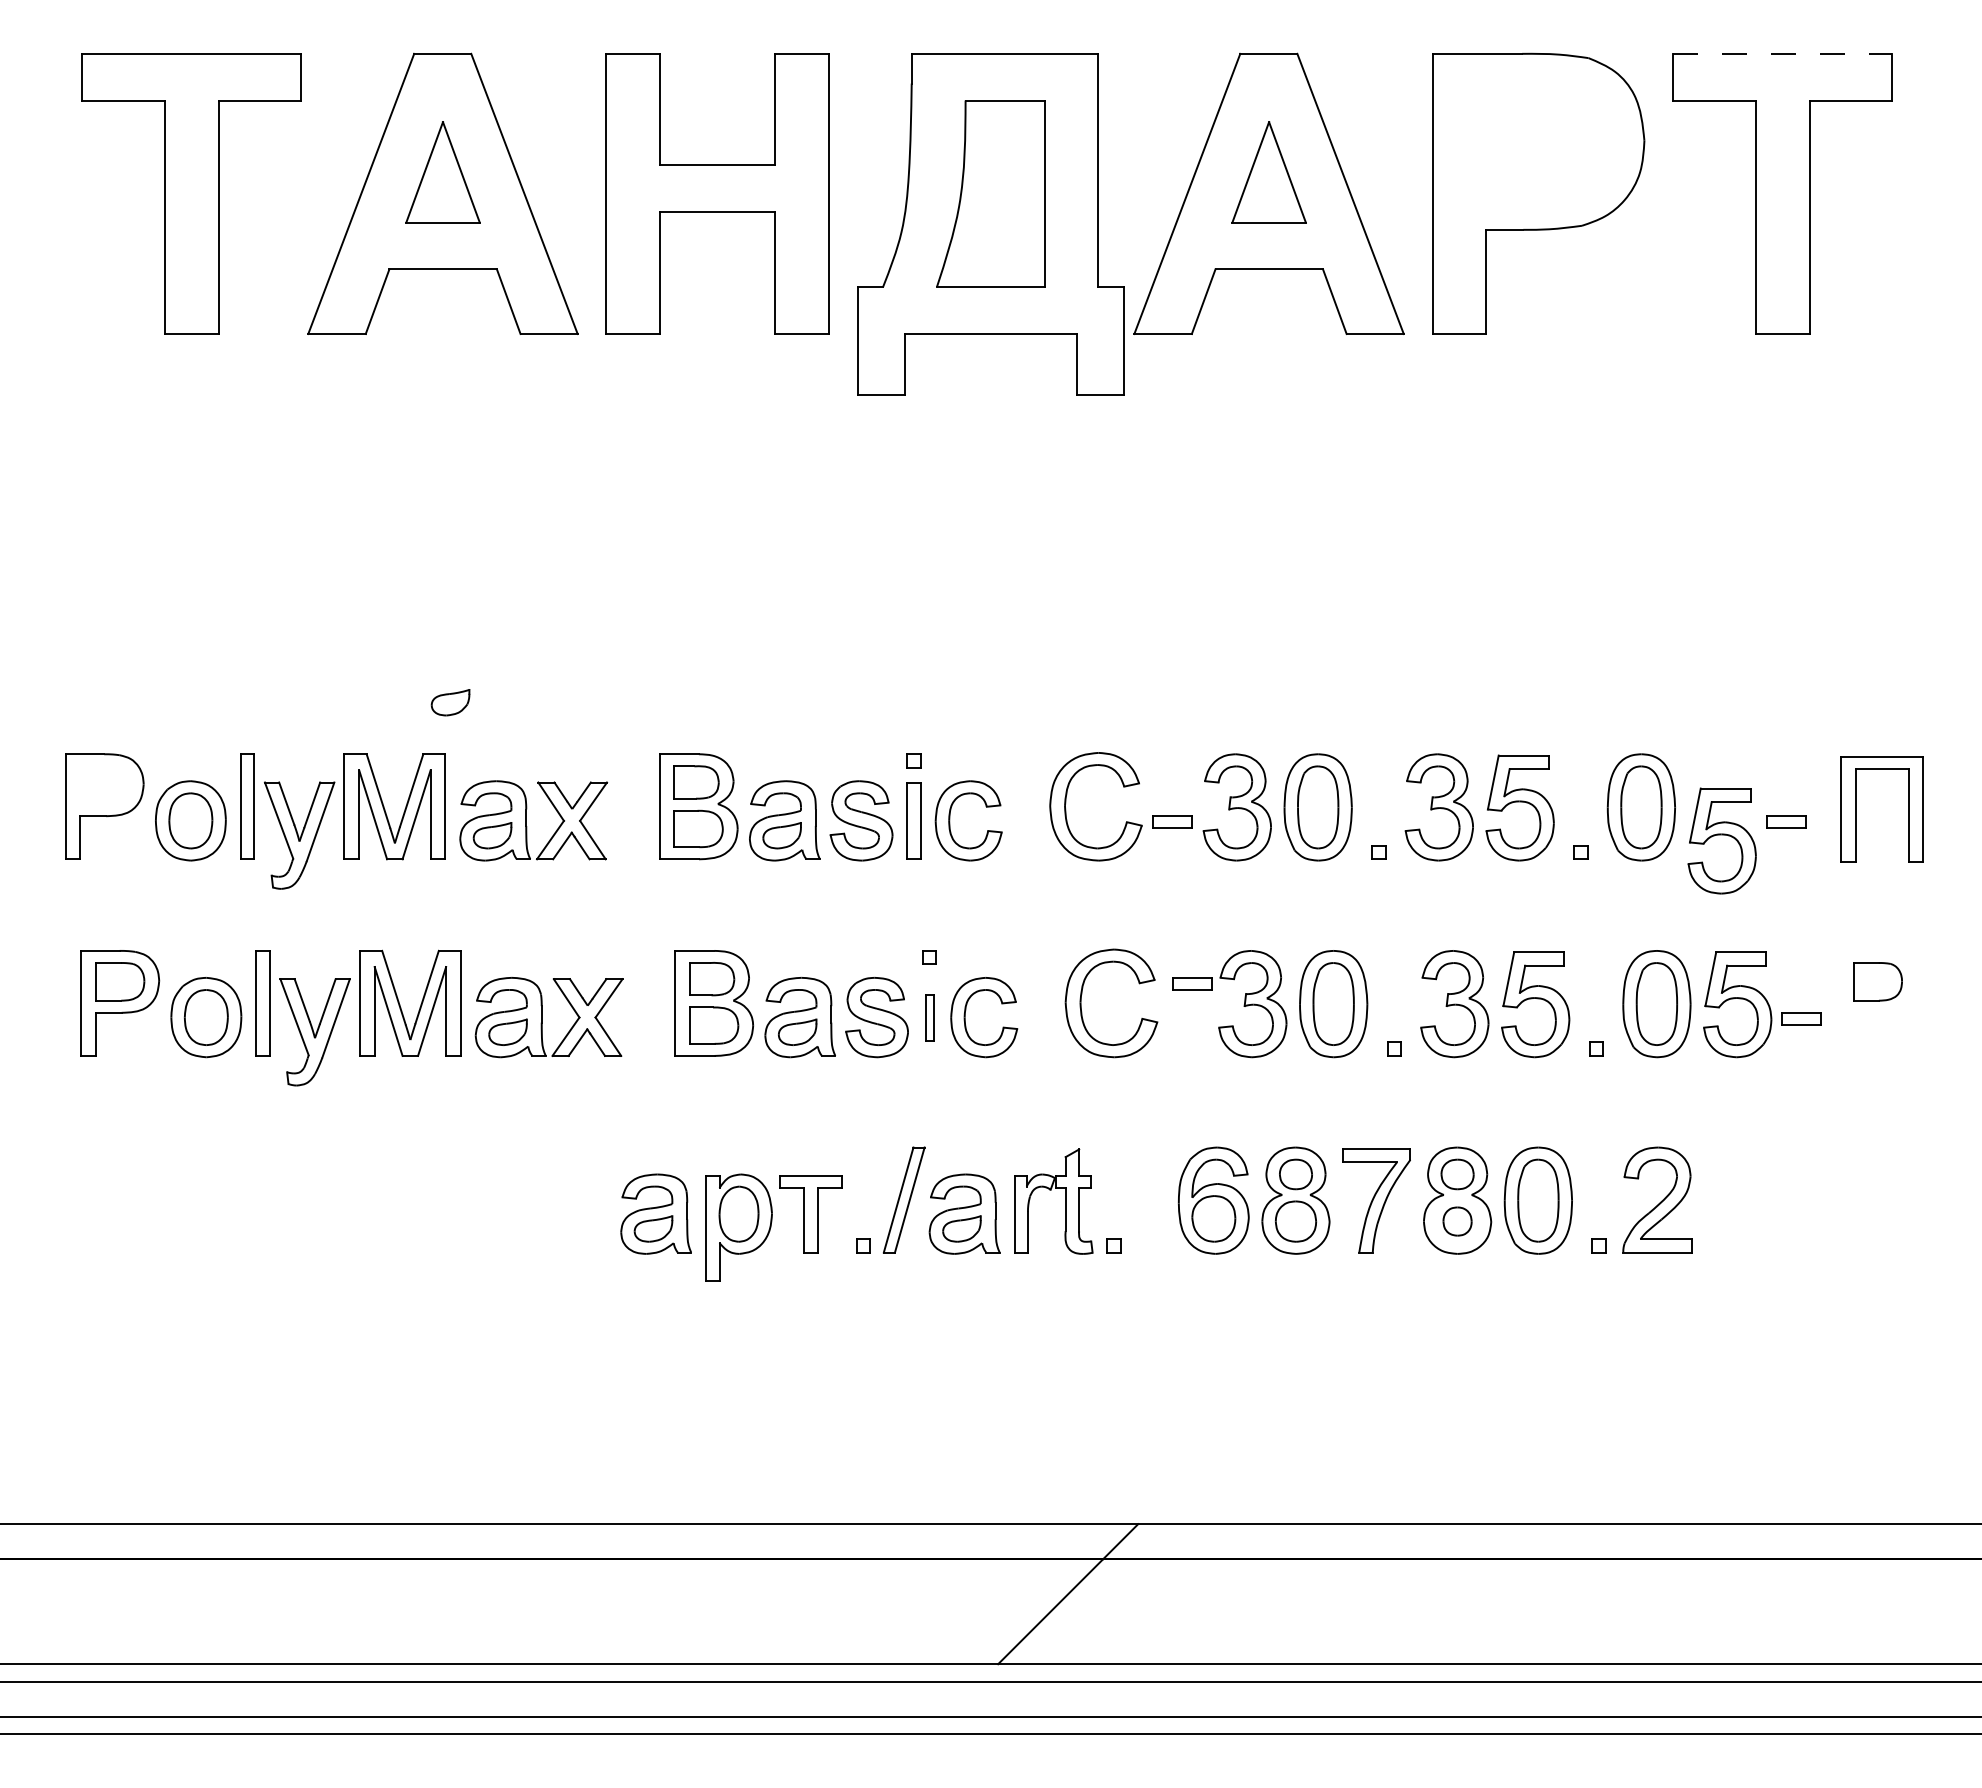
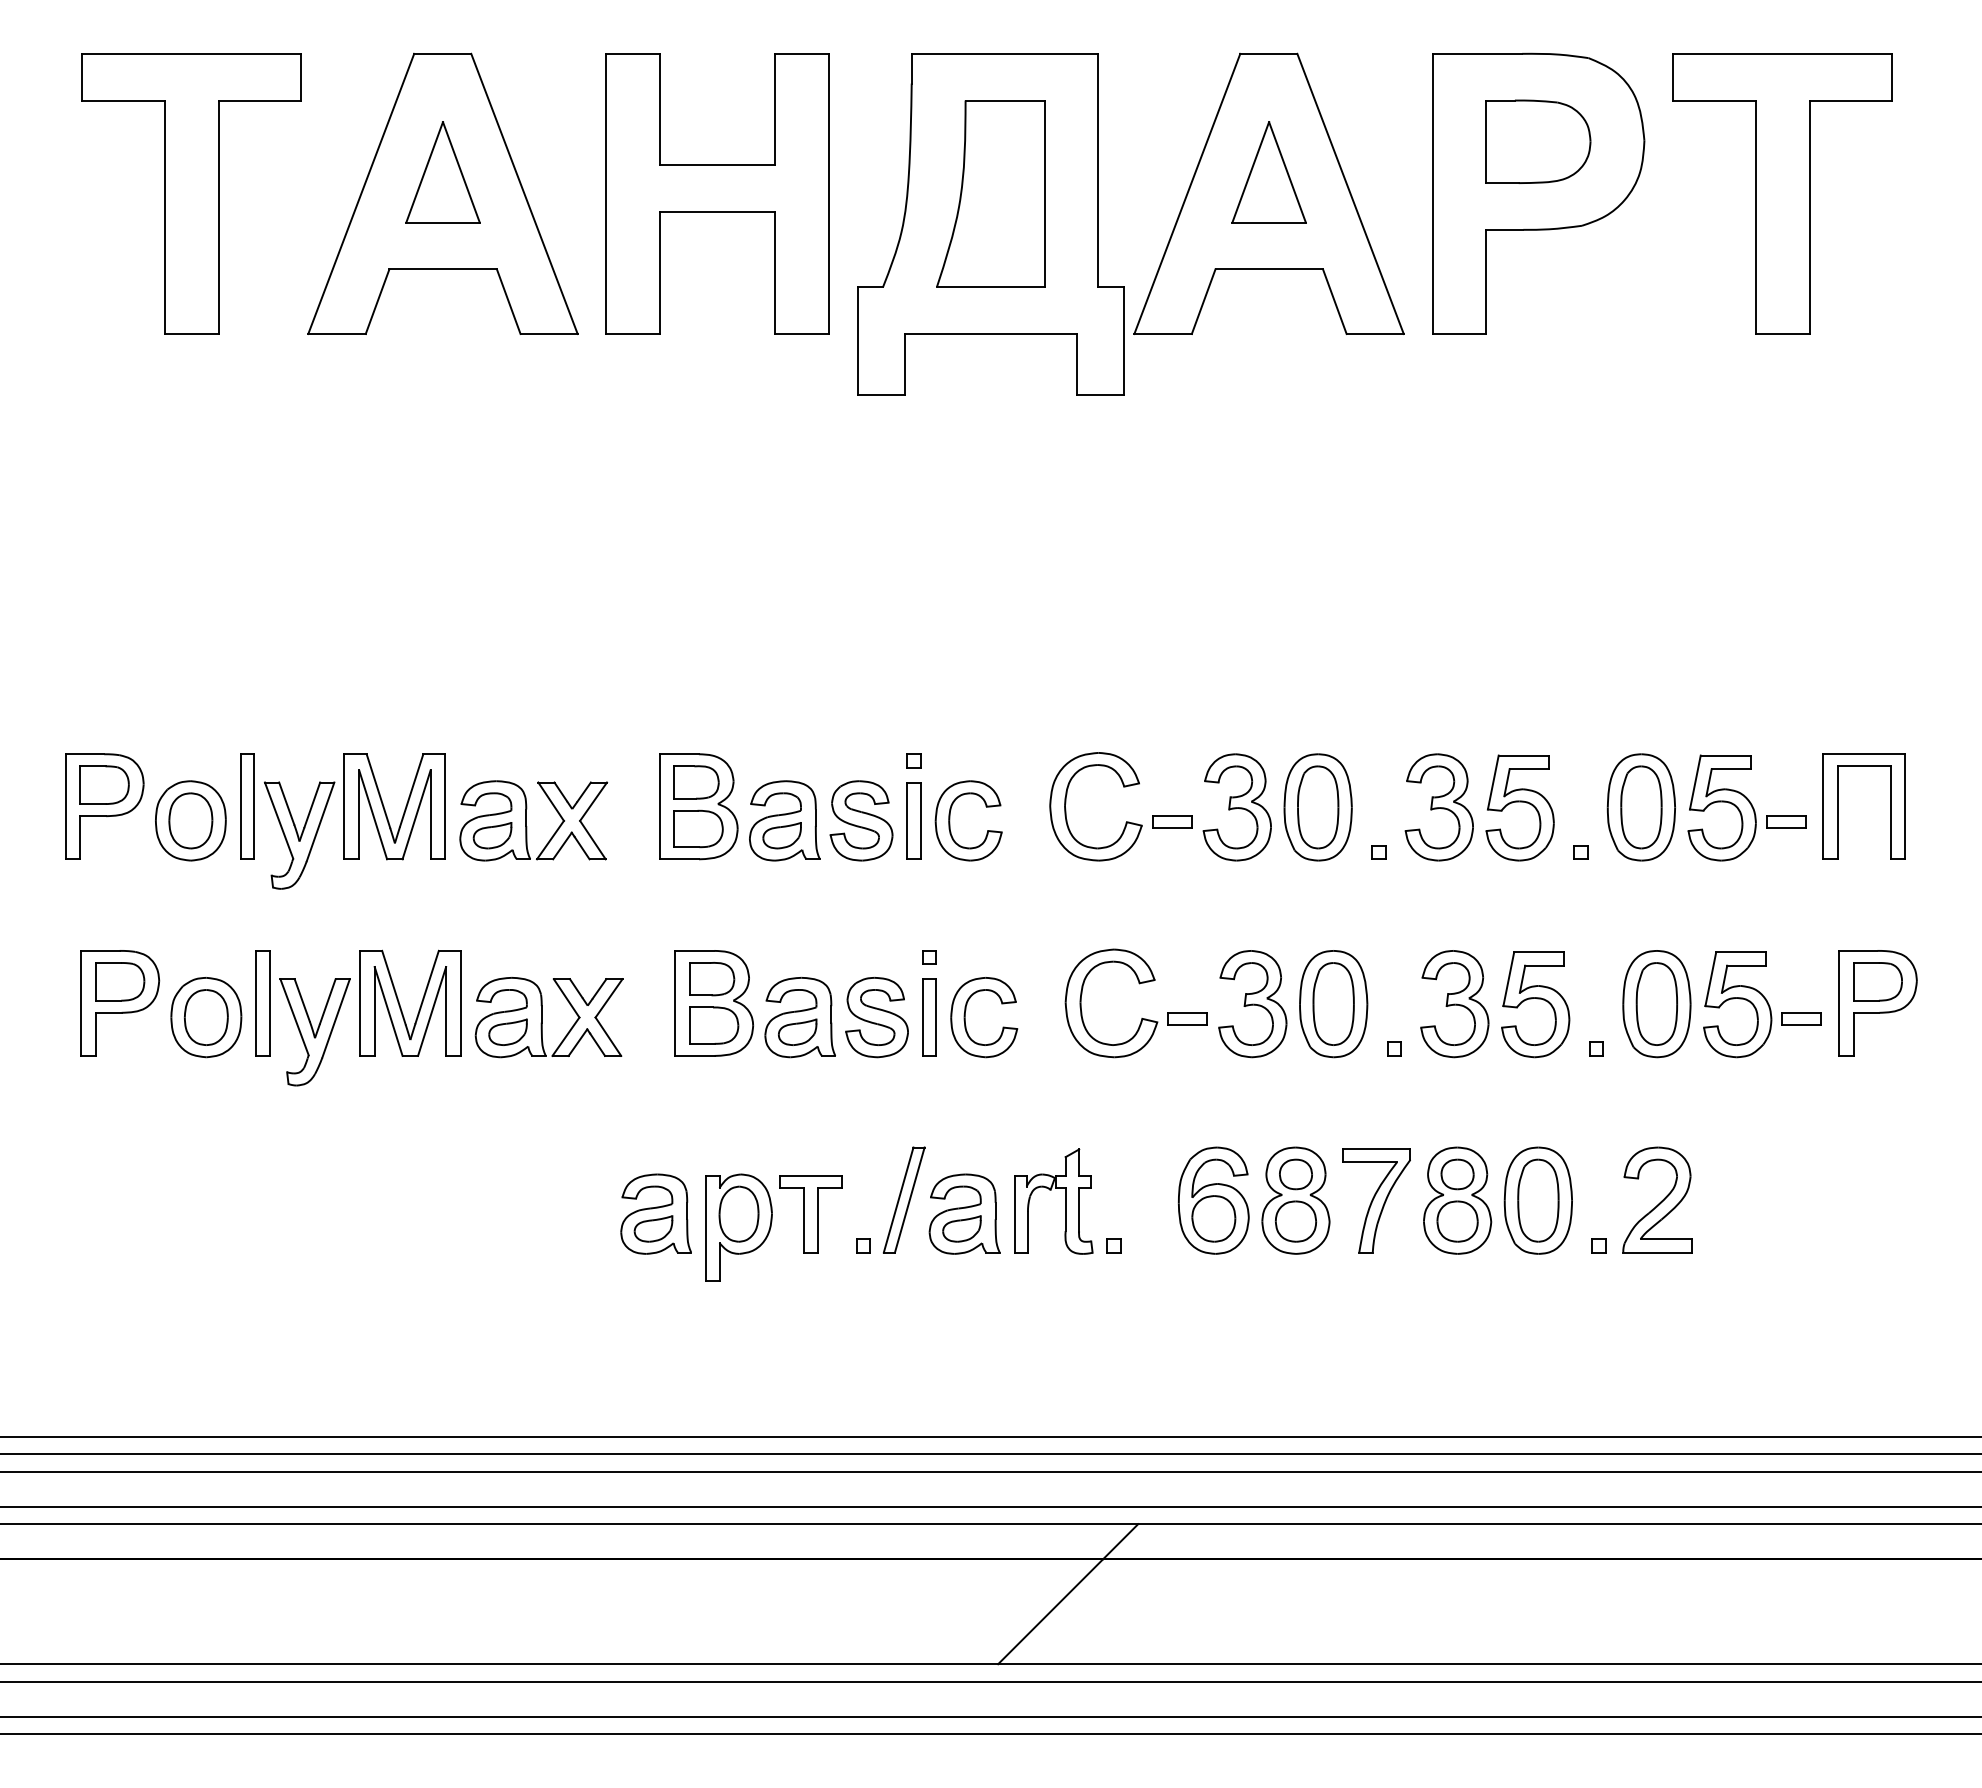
line at (1782, 53): dashed -> solid
part at (1538, 141): none -> present
part at (450, 702): present -> none
part at (104, 784): none -> present
part at (1856, 809) position: (1856, 809) -> (1838, 806)
part at (1721, 840) position: (1721, 840) -> (1721, 807)
part at (1192, 983) position: (1192, 983) -> (1187, 1018)
part at (1877, 1003): none -> present
part at (929, 1017) size: 10x48 px -> 15x79 px
part at (1457, 1221) size: 31x31 px -> 43x43 px
line at (990, 1436): none -> present
line at (990, 1454): none -> present
line at (990, 1471): none -> present
line at (990, 1506): none -> present
